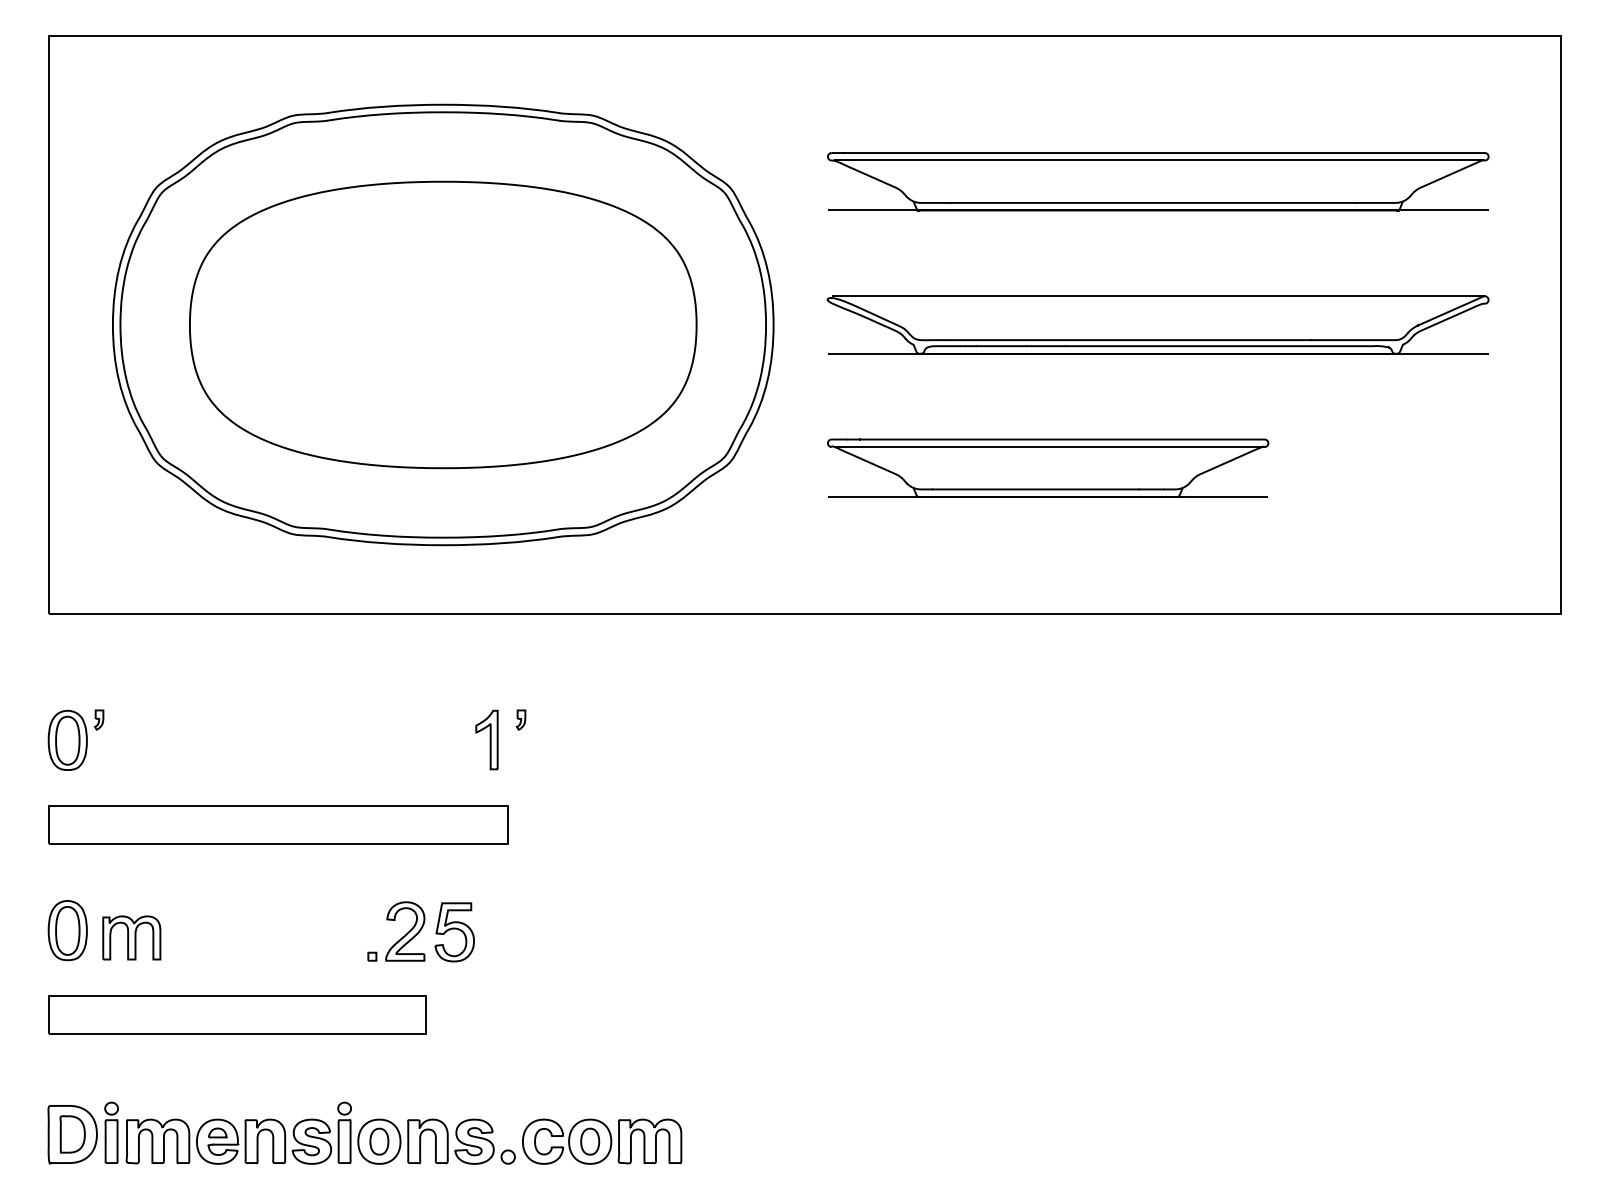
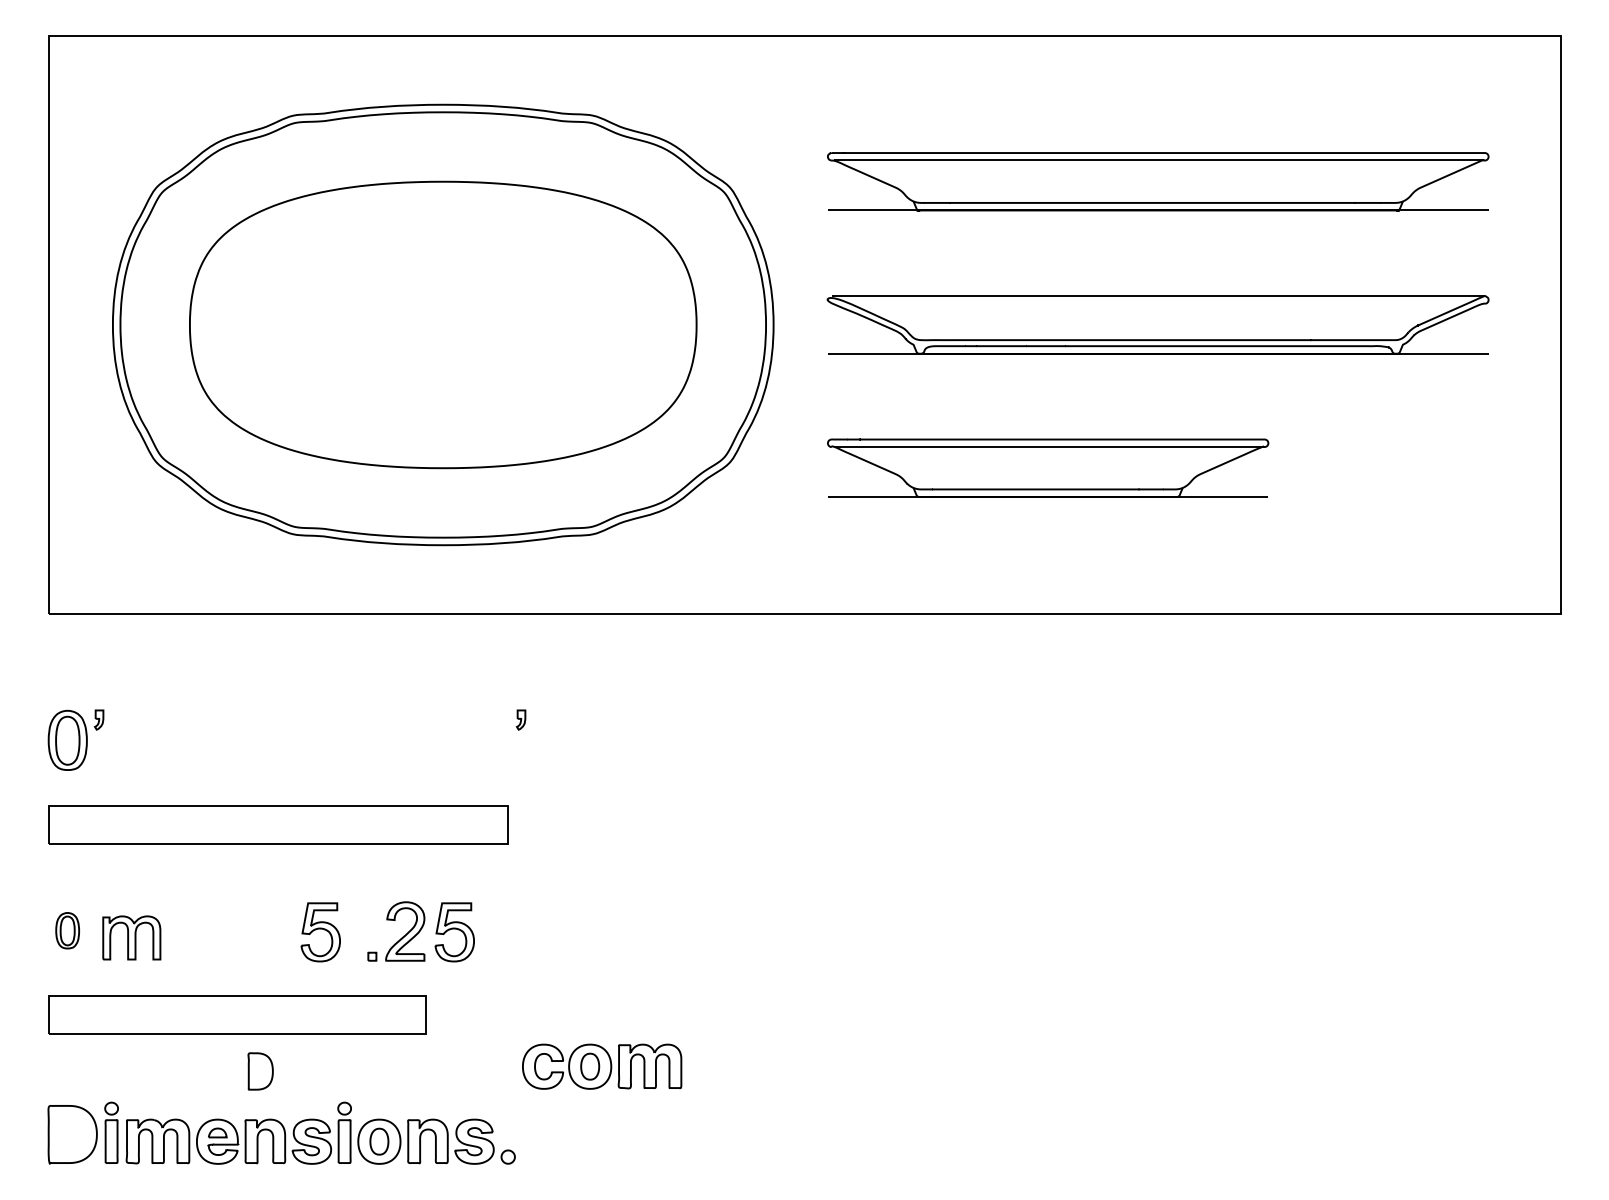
part at (486, 739): present -> none
part at (67, 930) size: 41x62 px -> 25x38 px
part at (320, 932): none -> present
part at (72, 1134) position: (72, 1134) -> (260, 1071)
part at (602, 1141) position: (602, 1141) -> (602, 1066)
